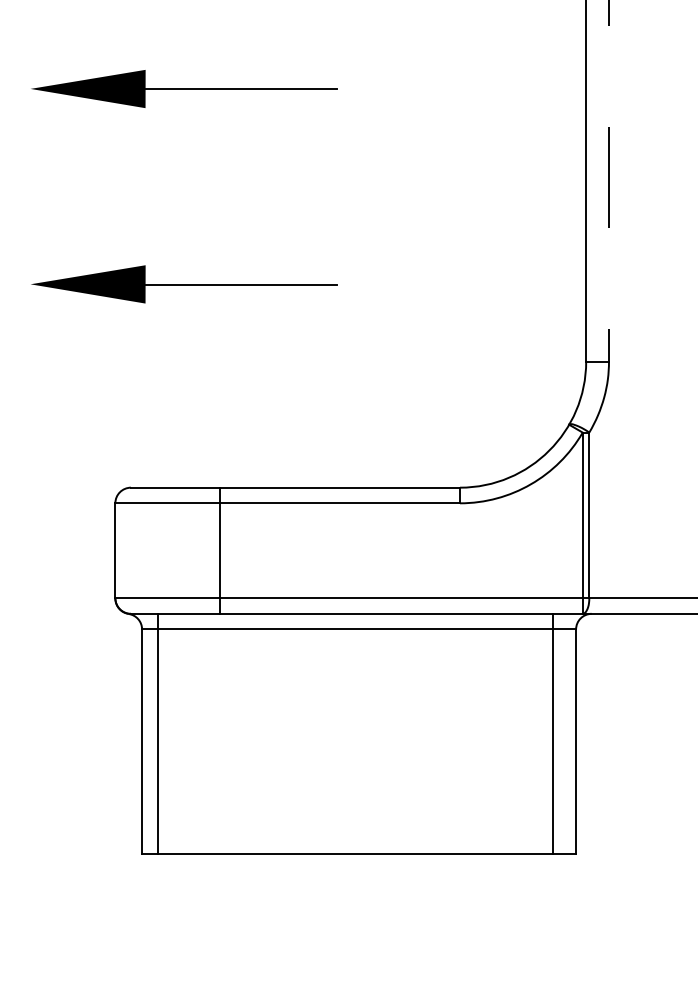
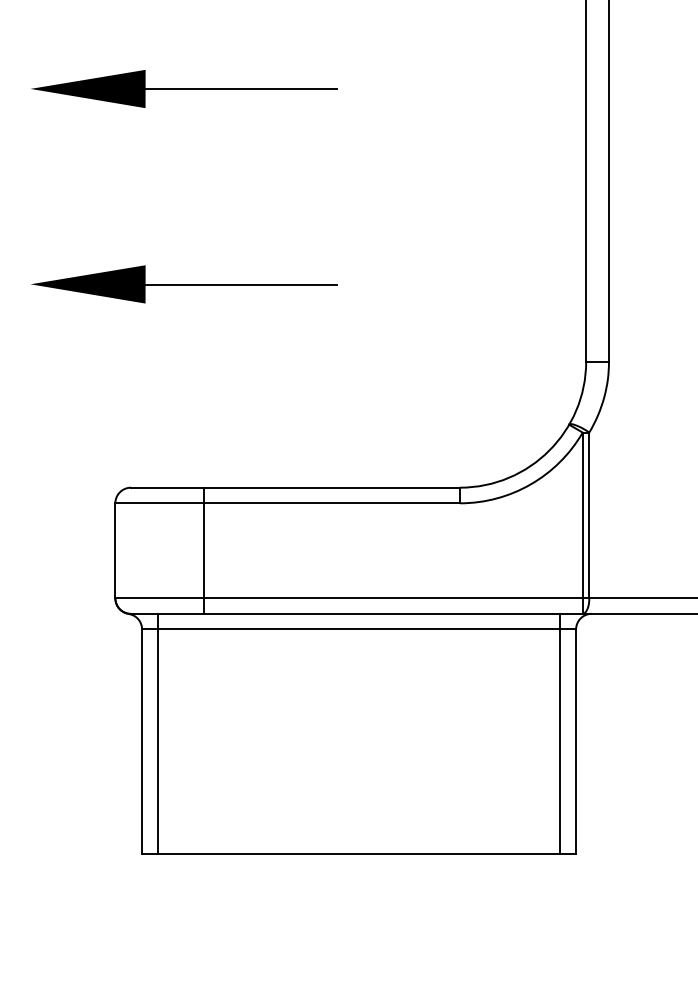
line at (608, 181): dashed -> solid
line at (219, 550) position: (219, 550) -> (203, 550)
line at (553, 733) position: (553, 733) -> (560, 733)
